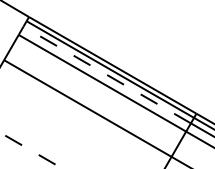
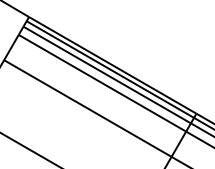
line at (107, 75): dashed -> solid
line at (31, 150): dashed -> solid
